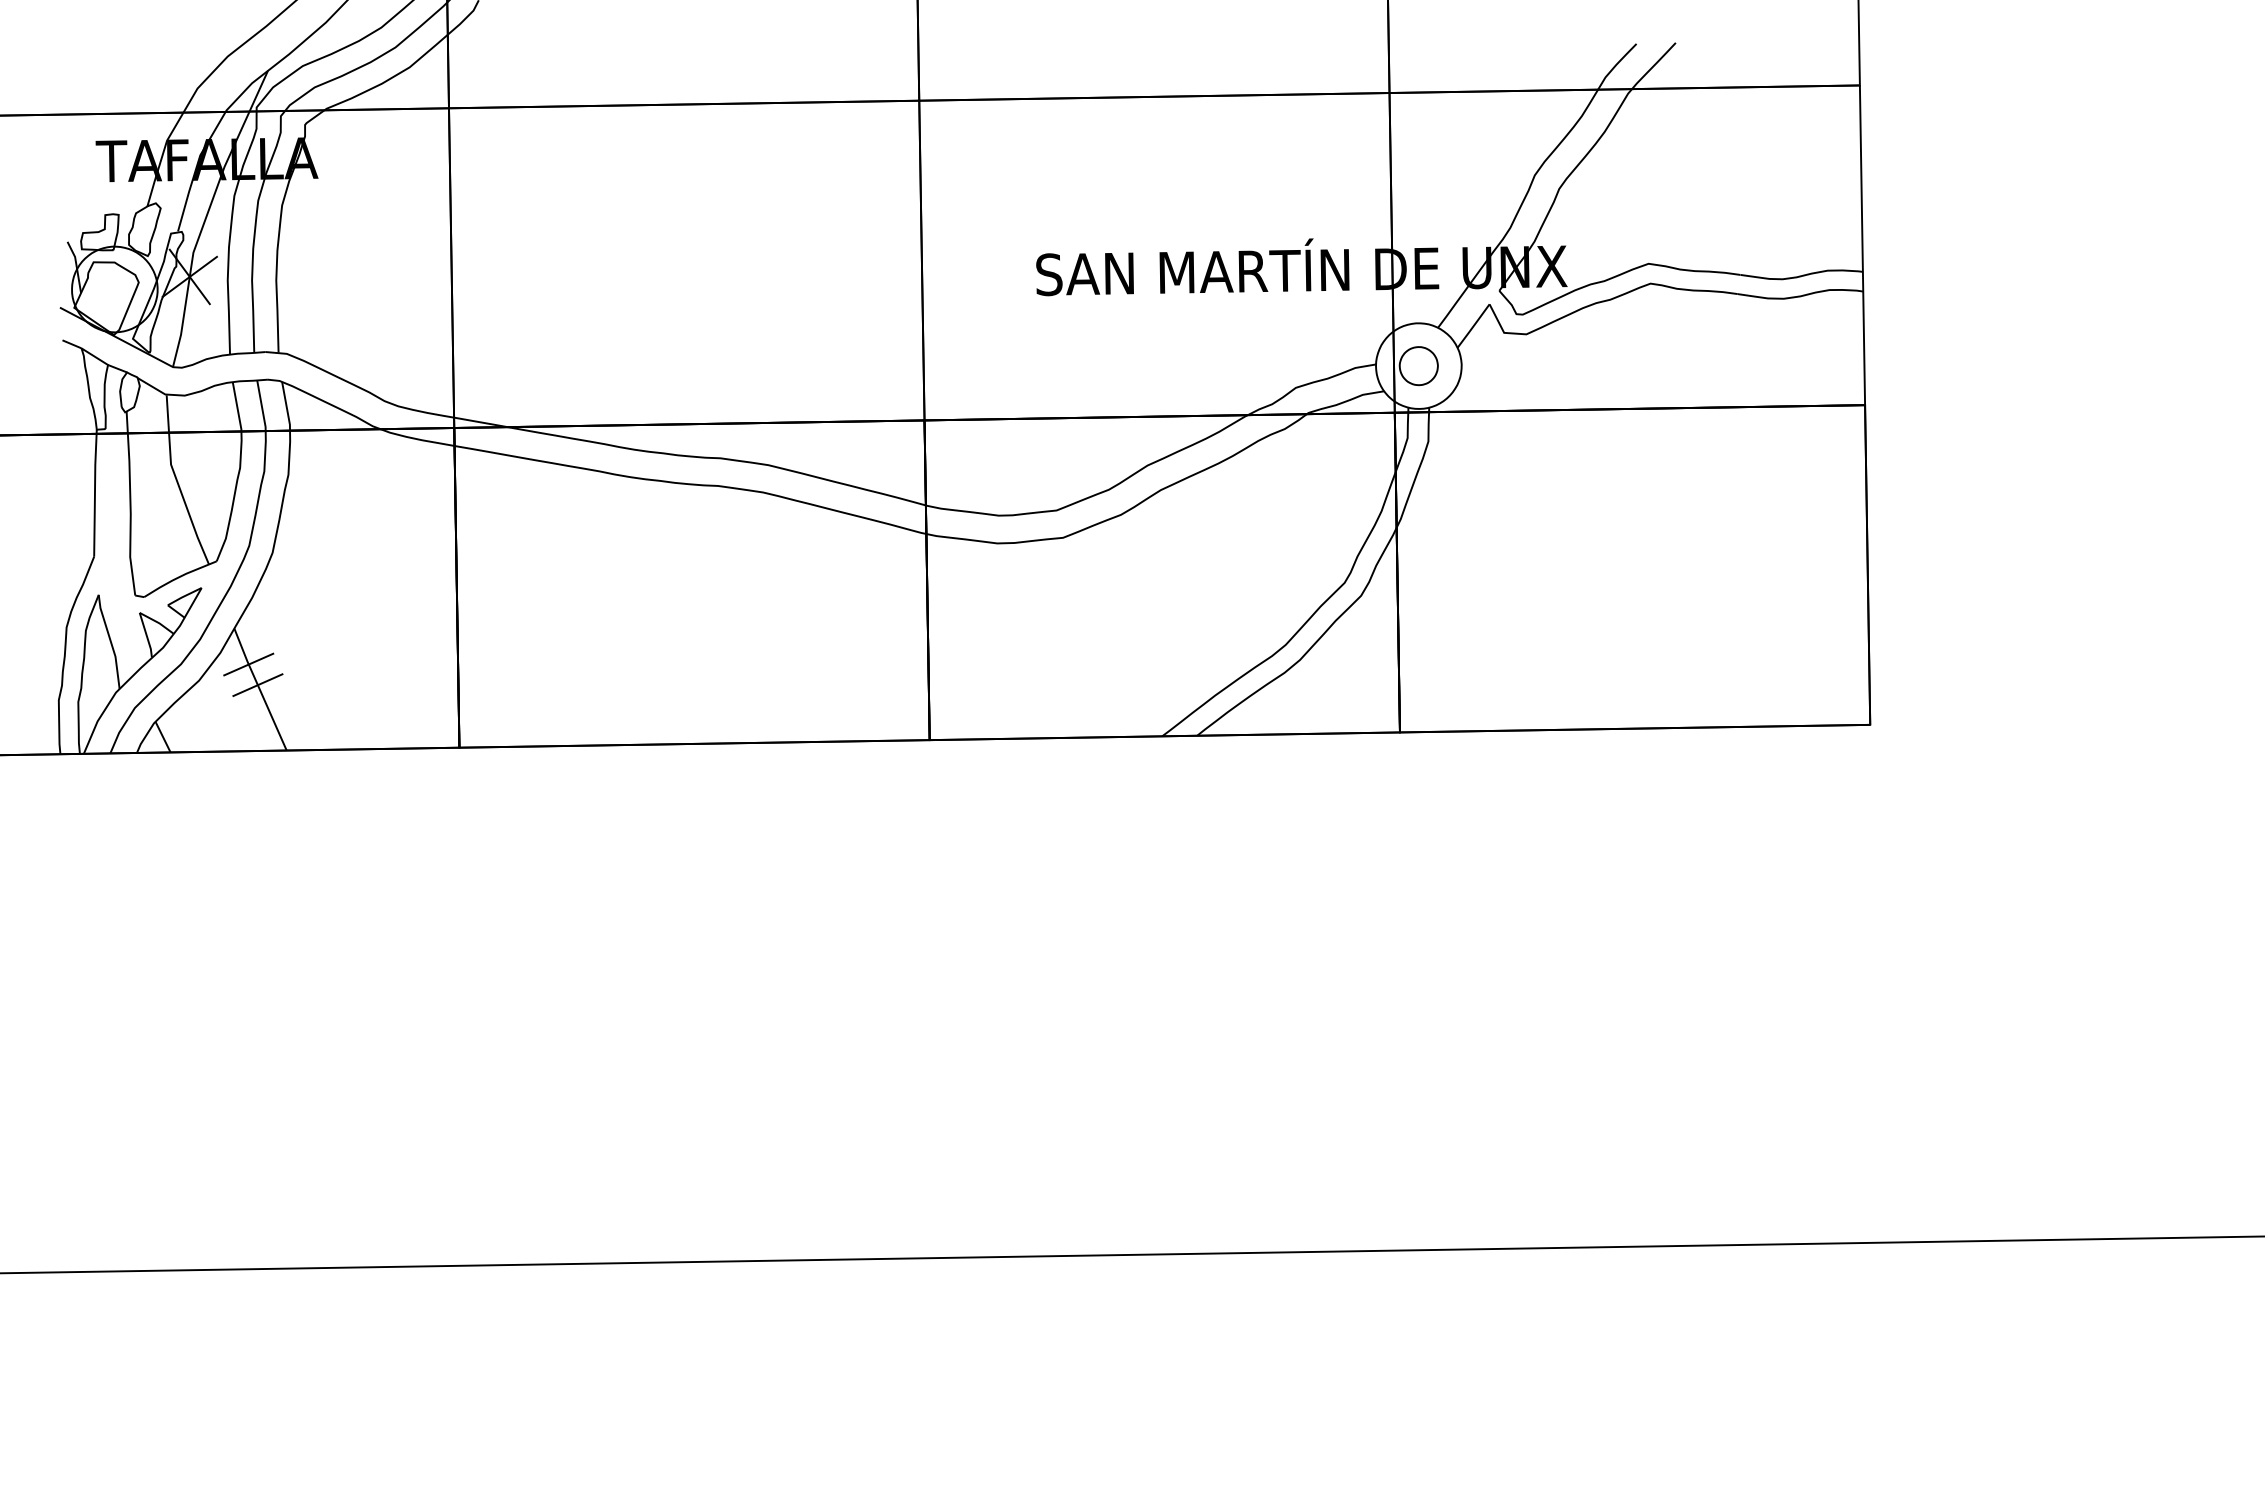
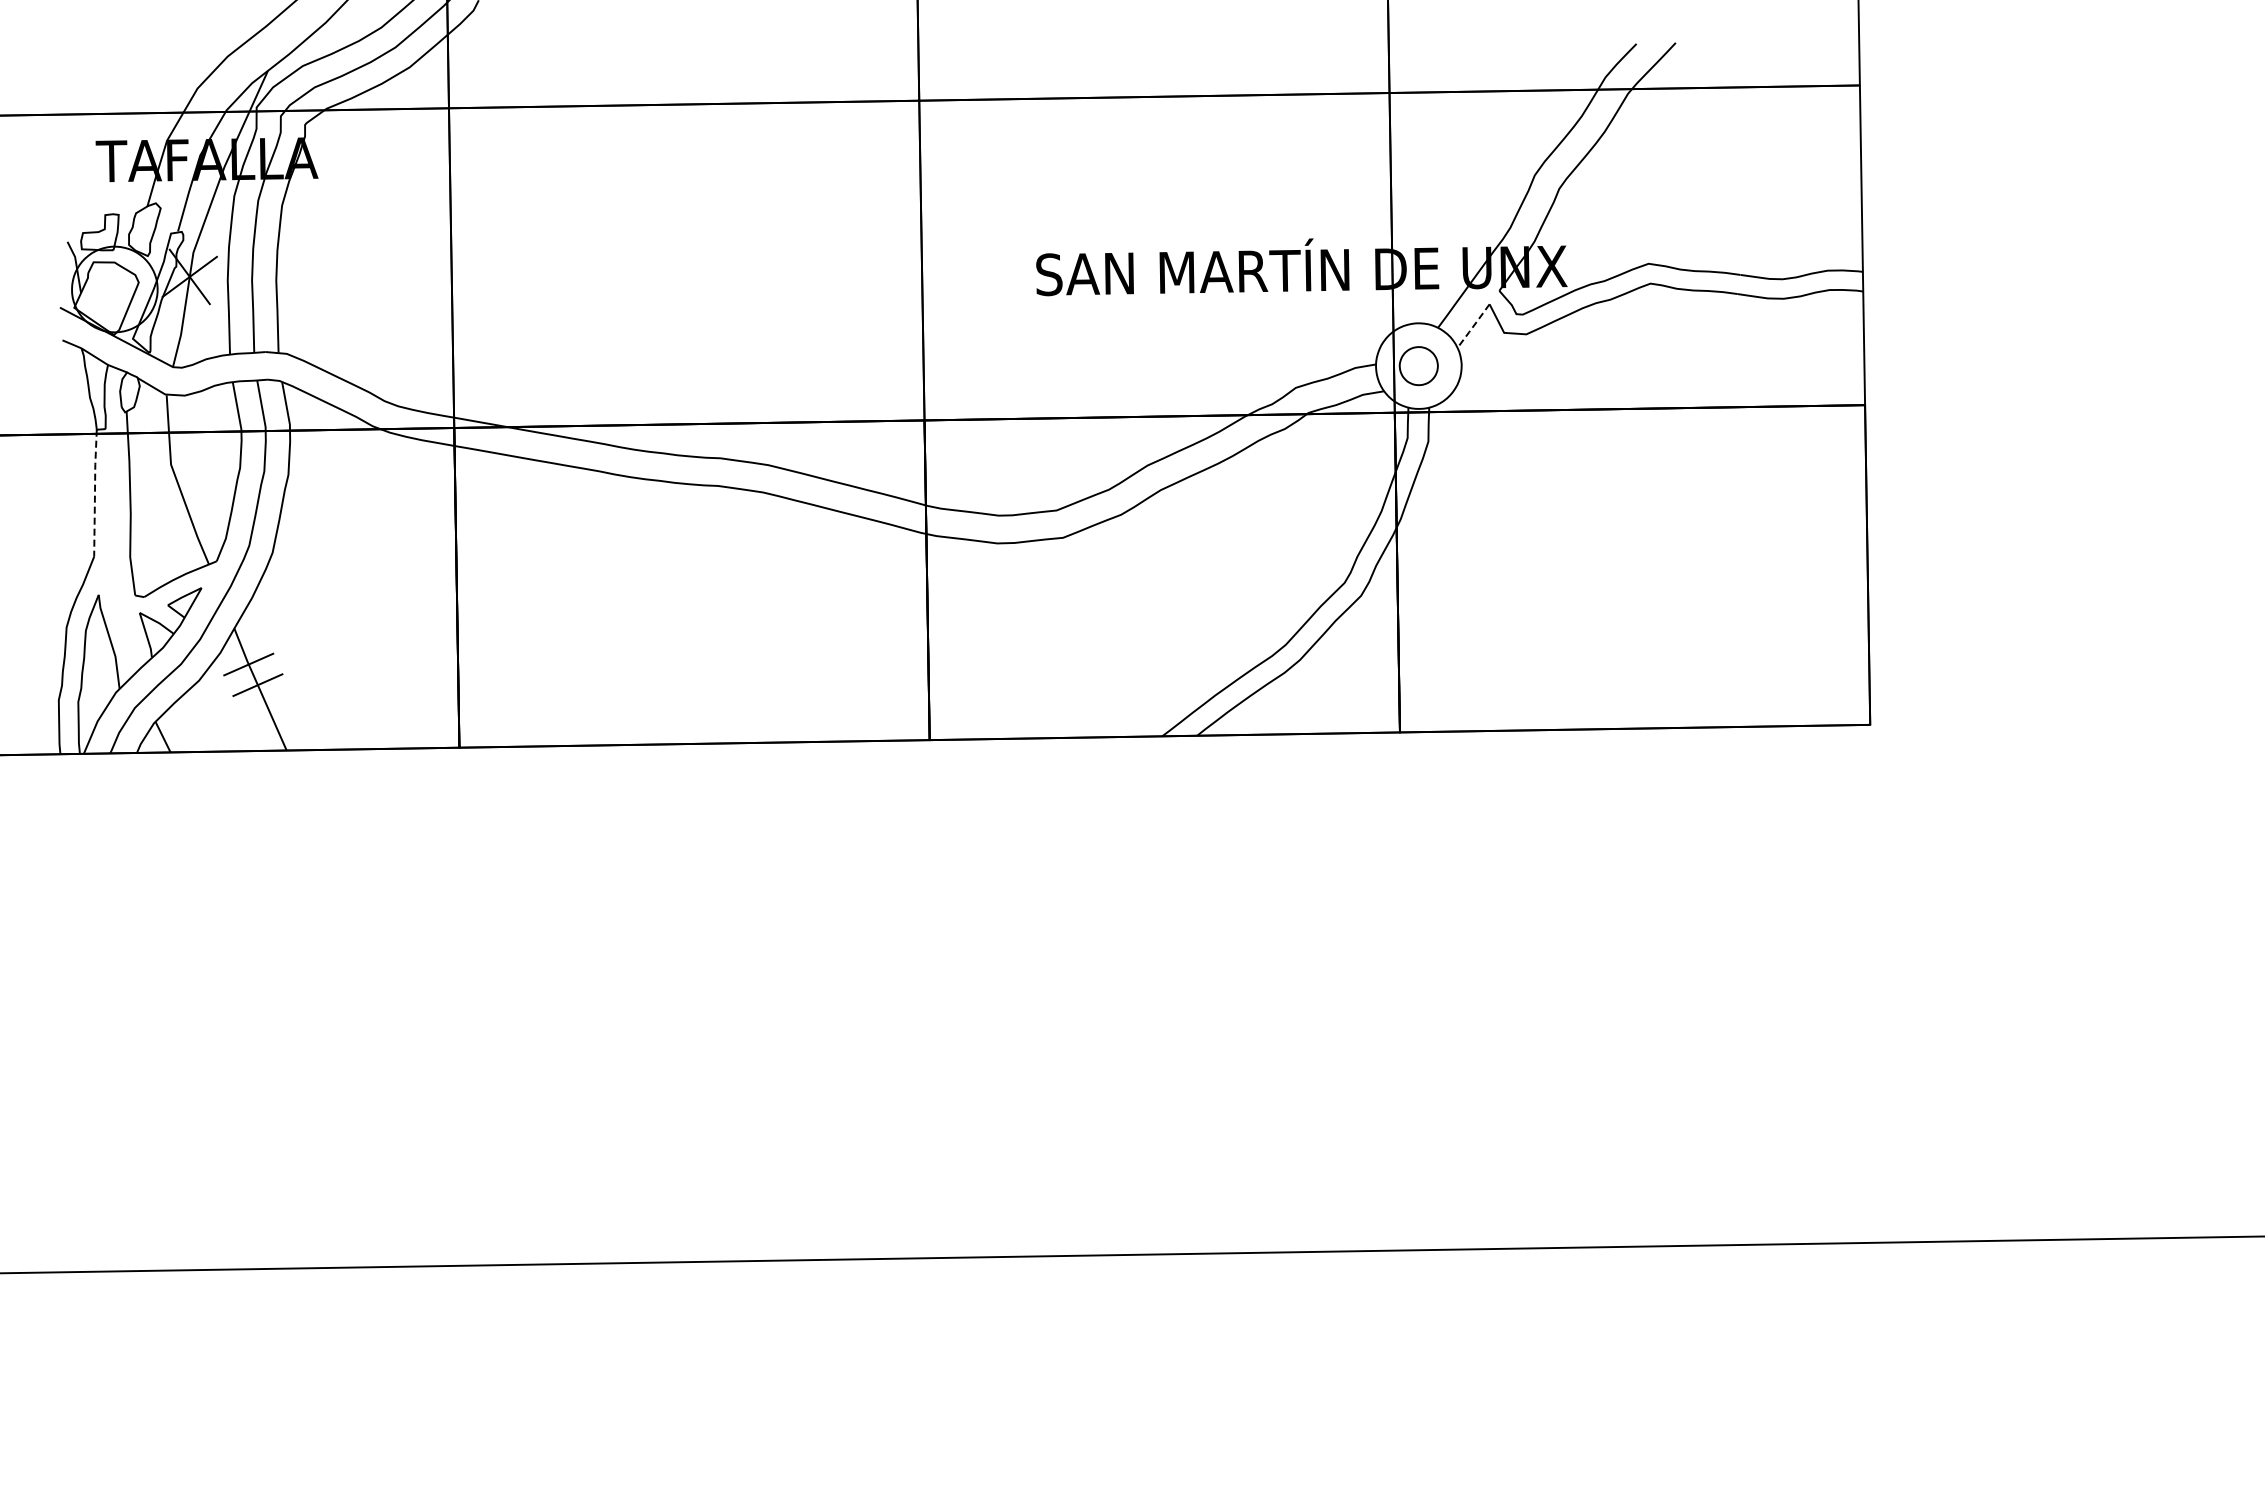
line at (1473, 326): solid -> dashed
line at (94, 493): solid -> dashed
